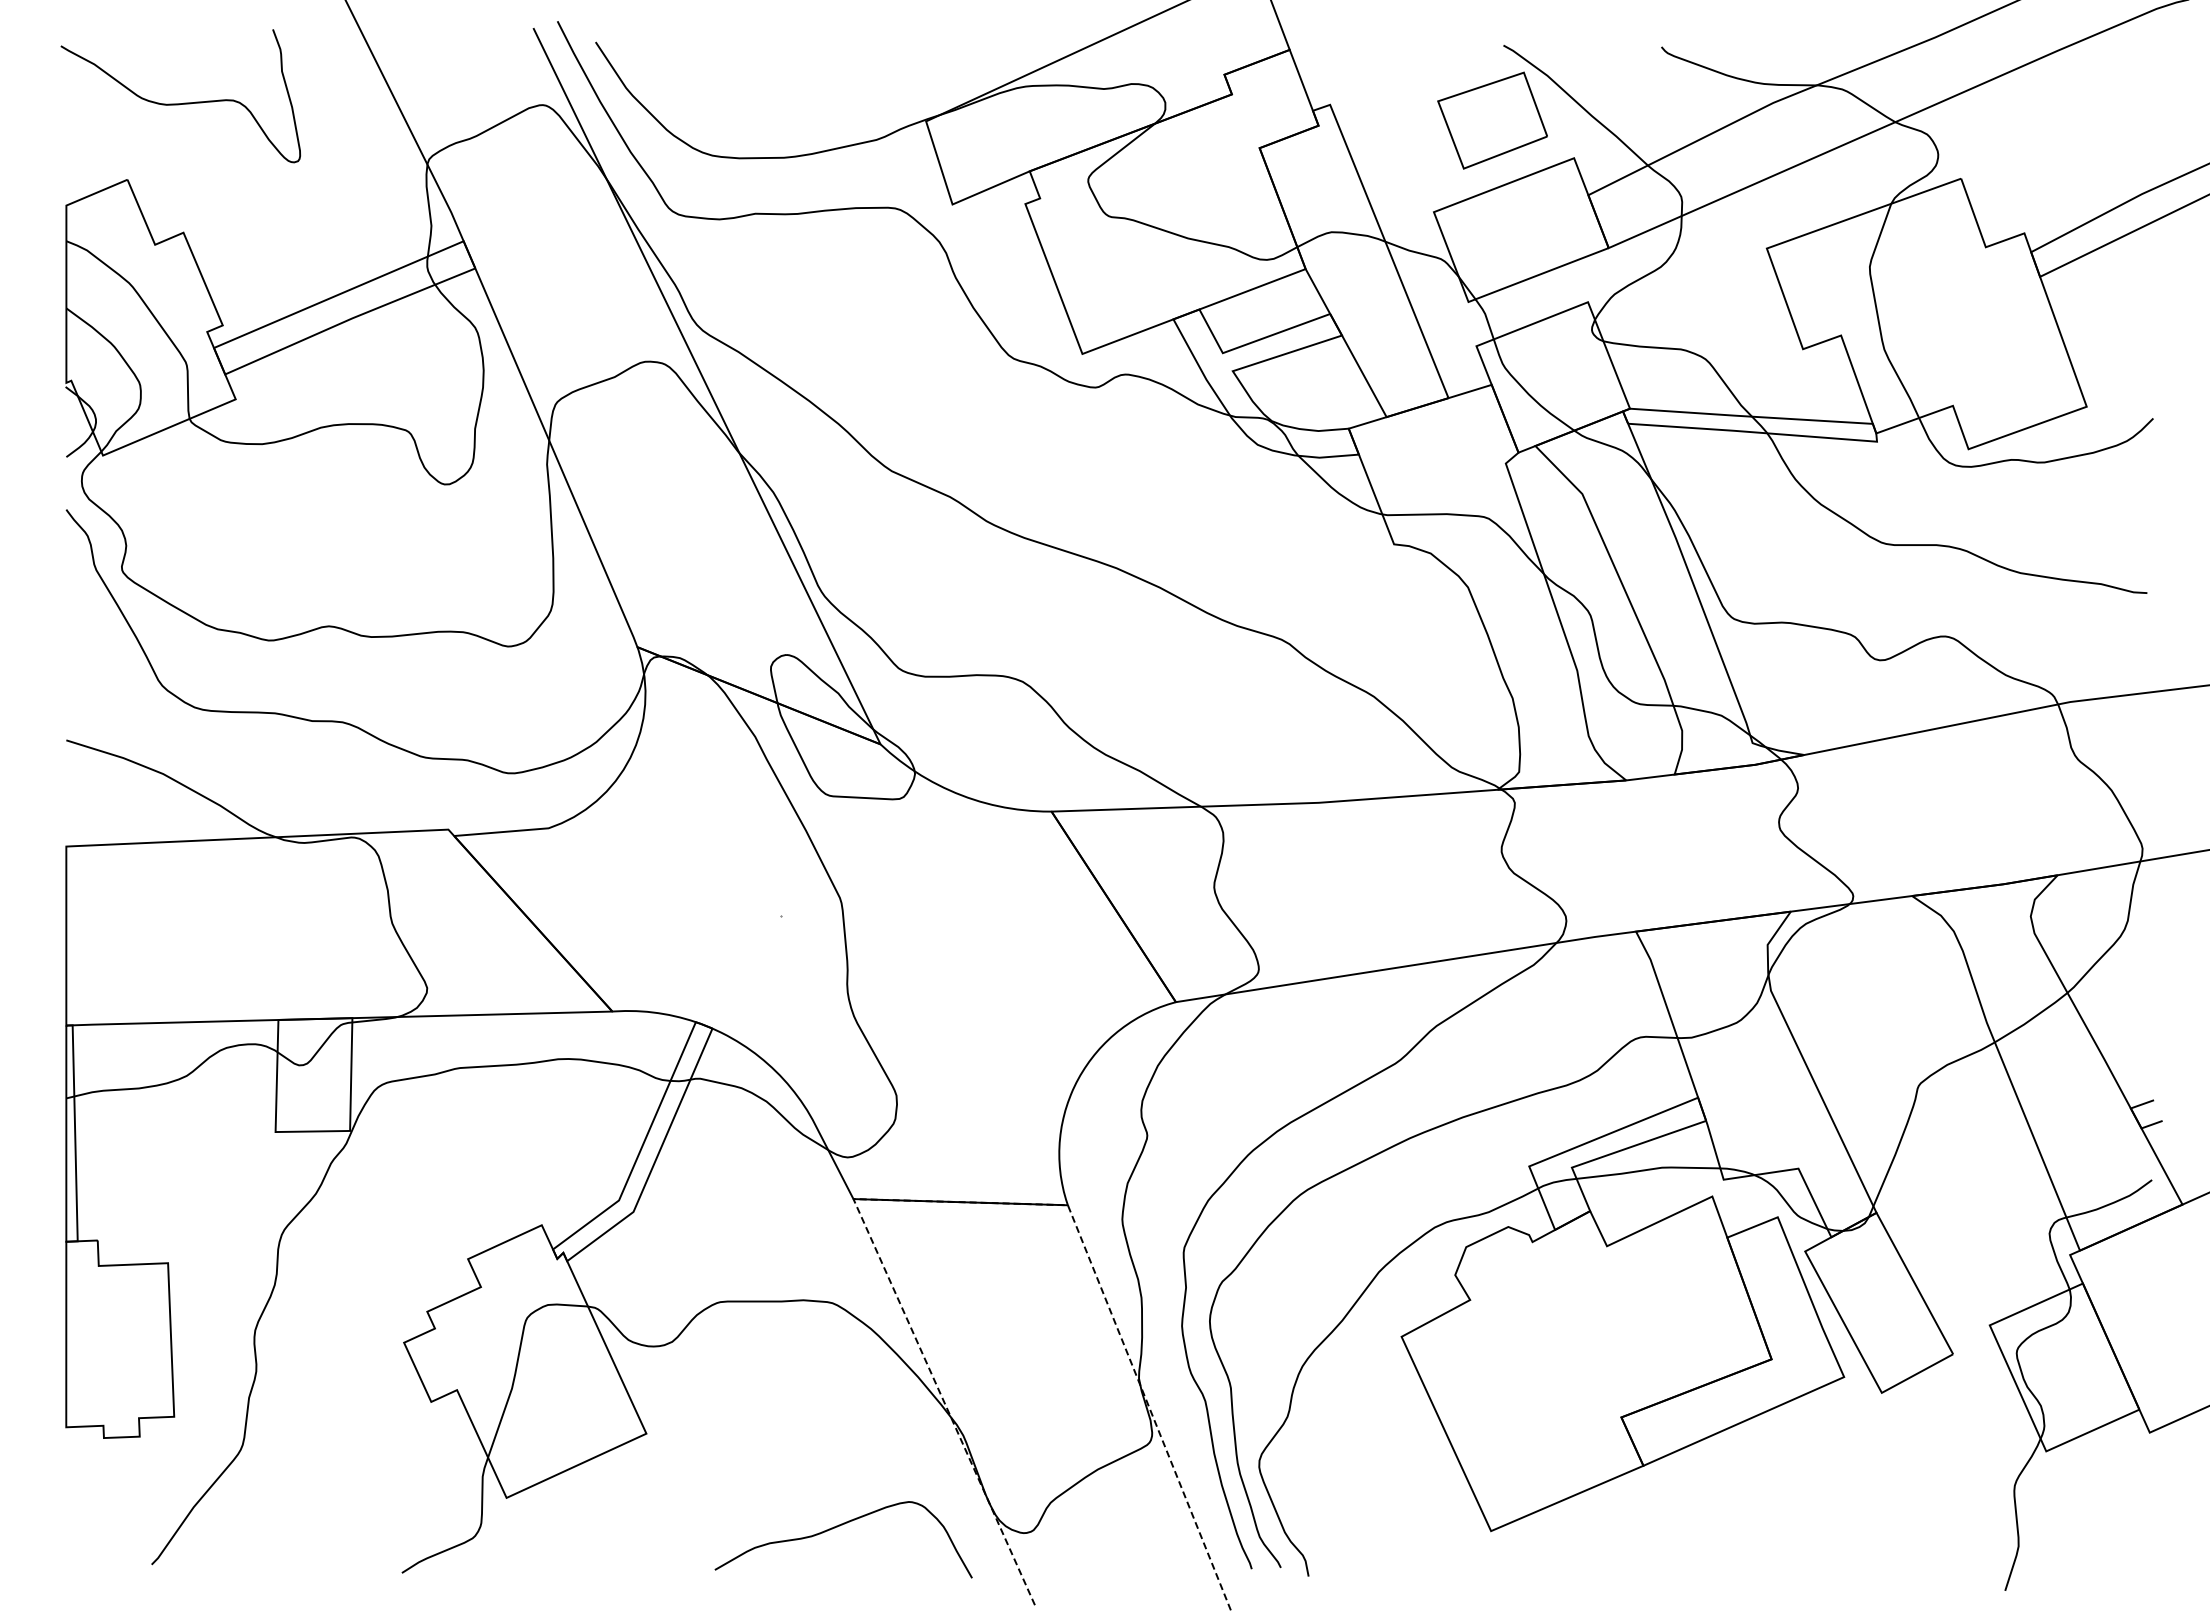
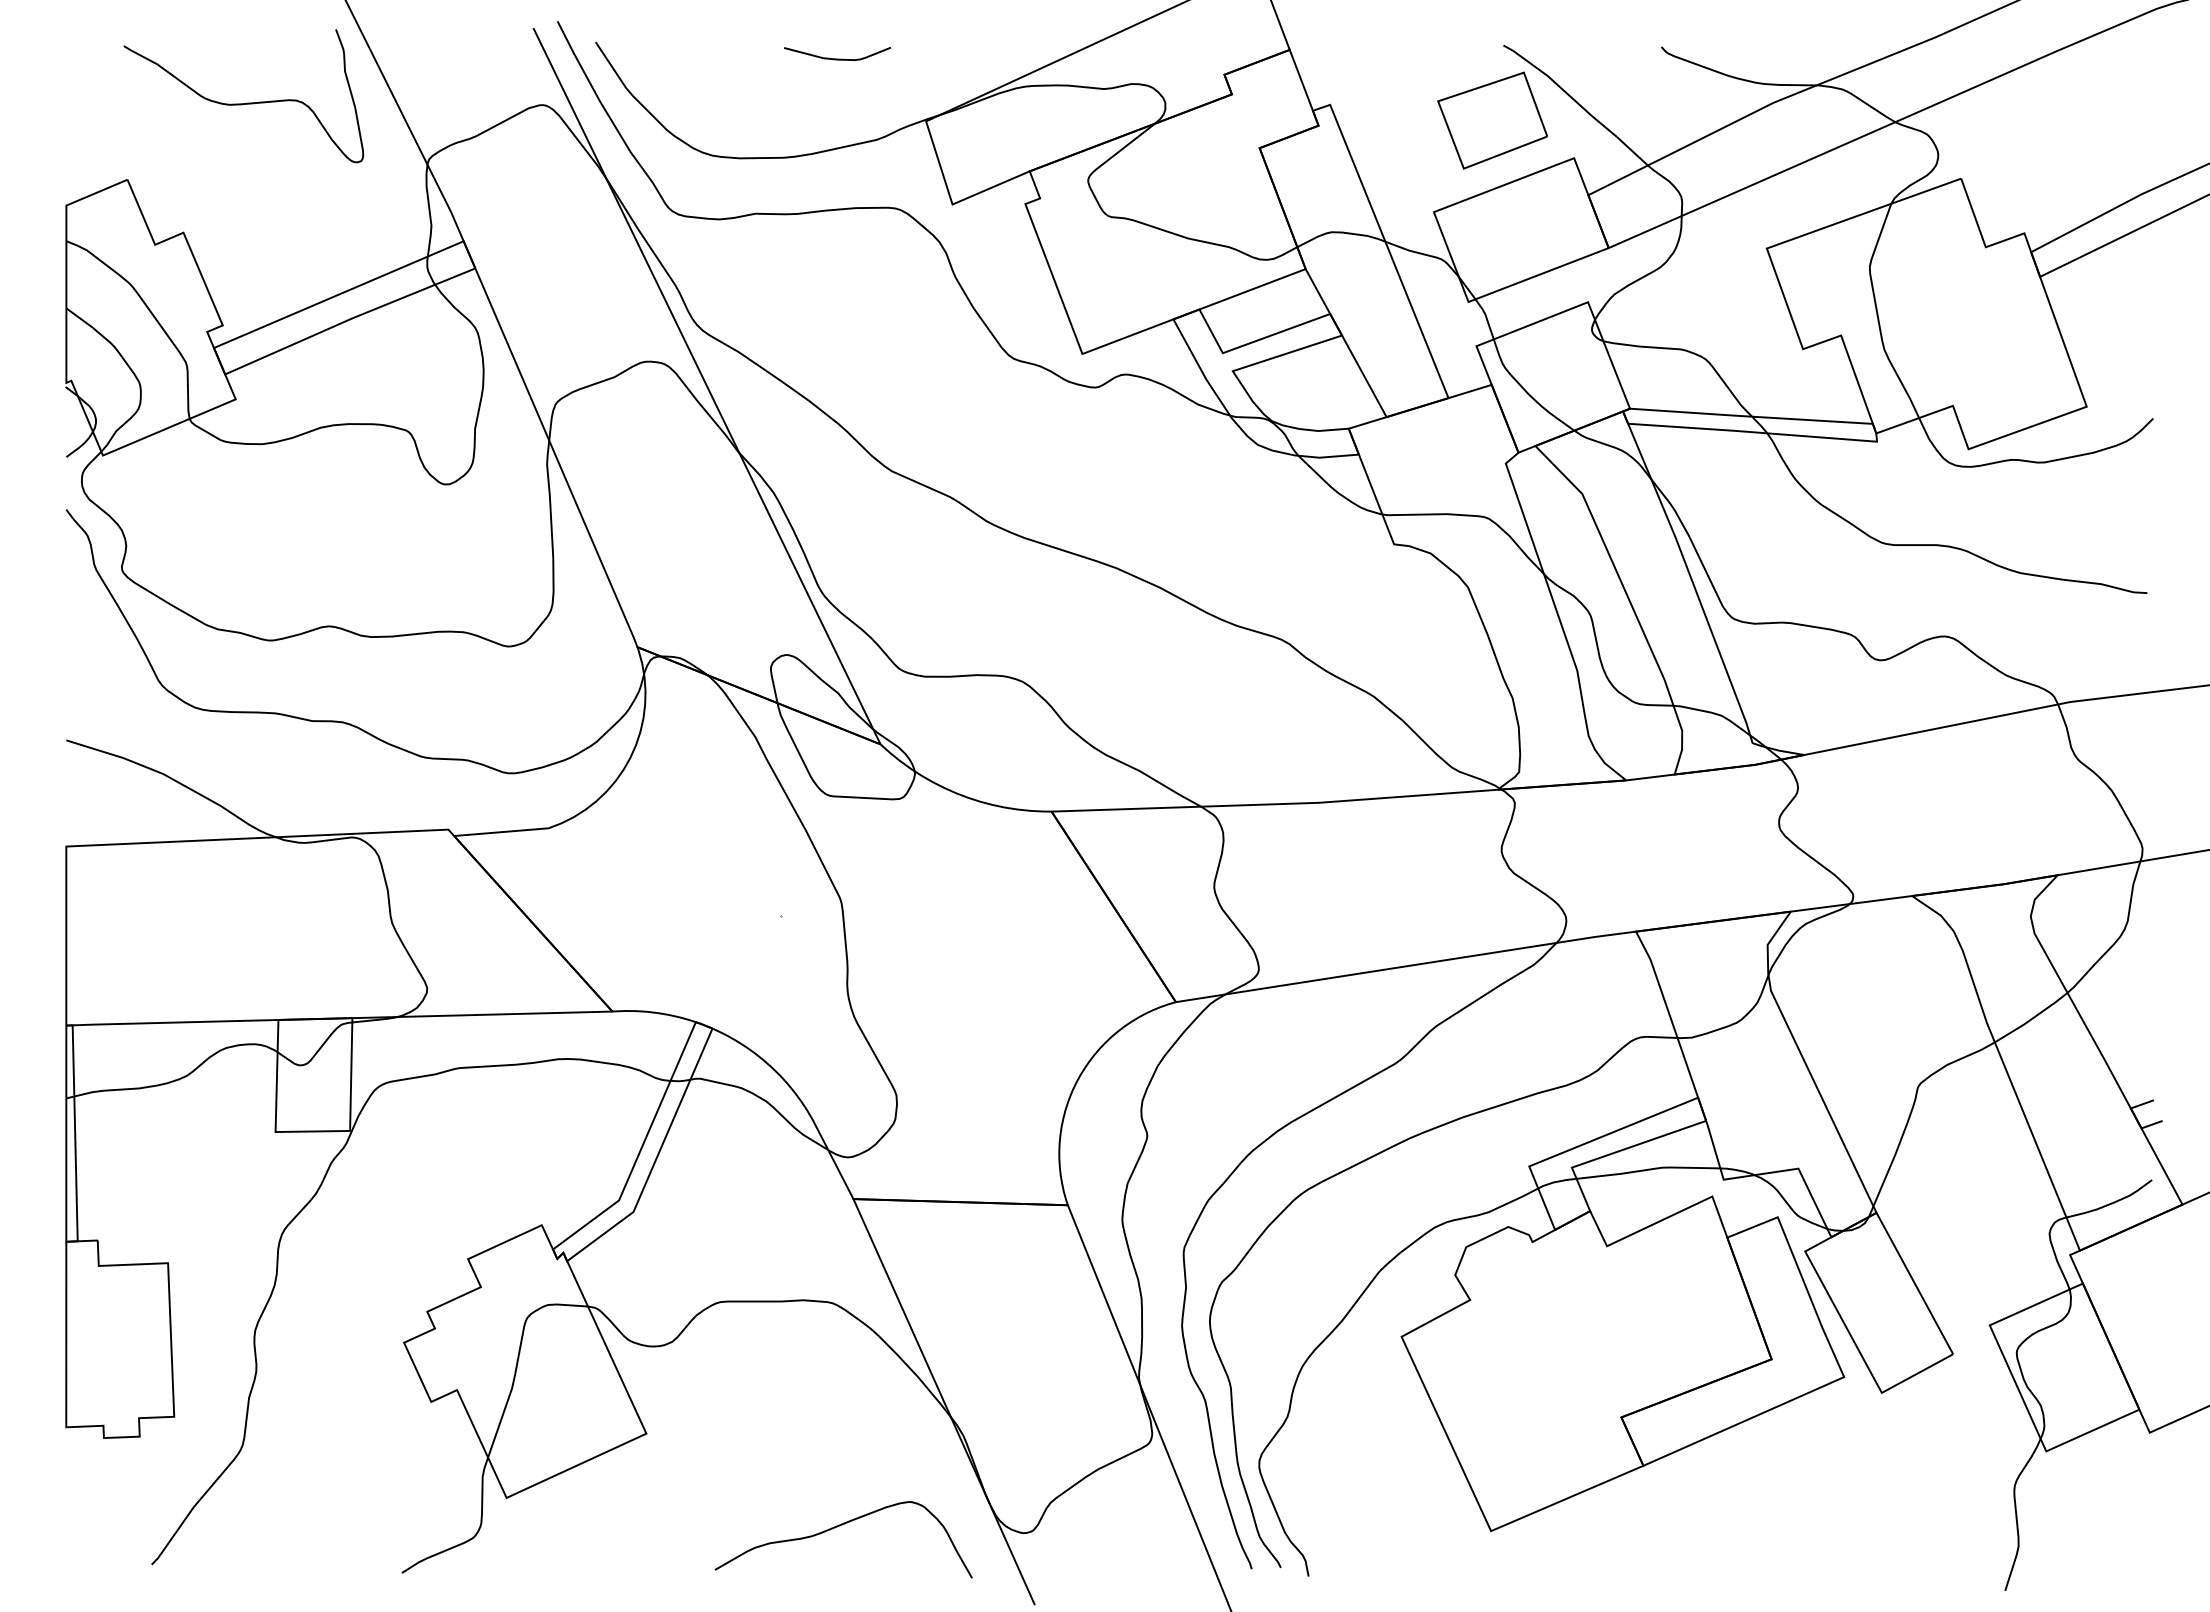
curve at (837, 58): none -> present
curve at (180, 103) position: (180, 103) -> (243, 103)
line at (958, 1202): dashed -> solid
